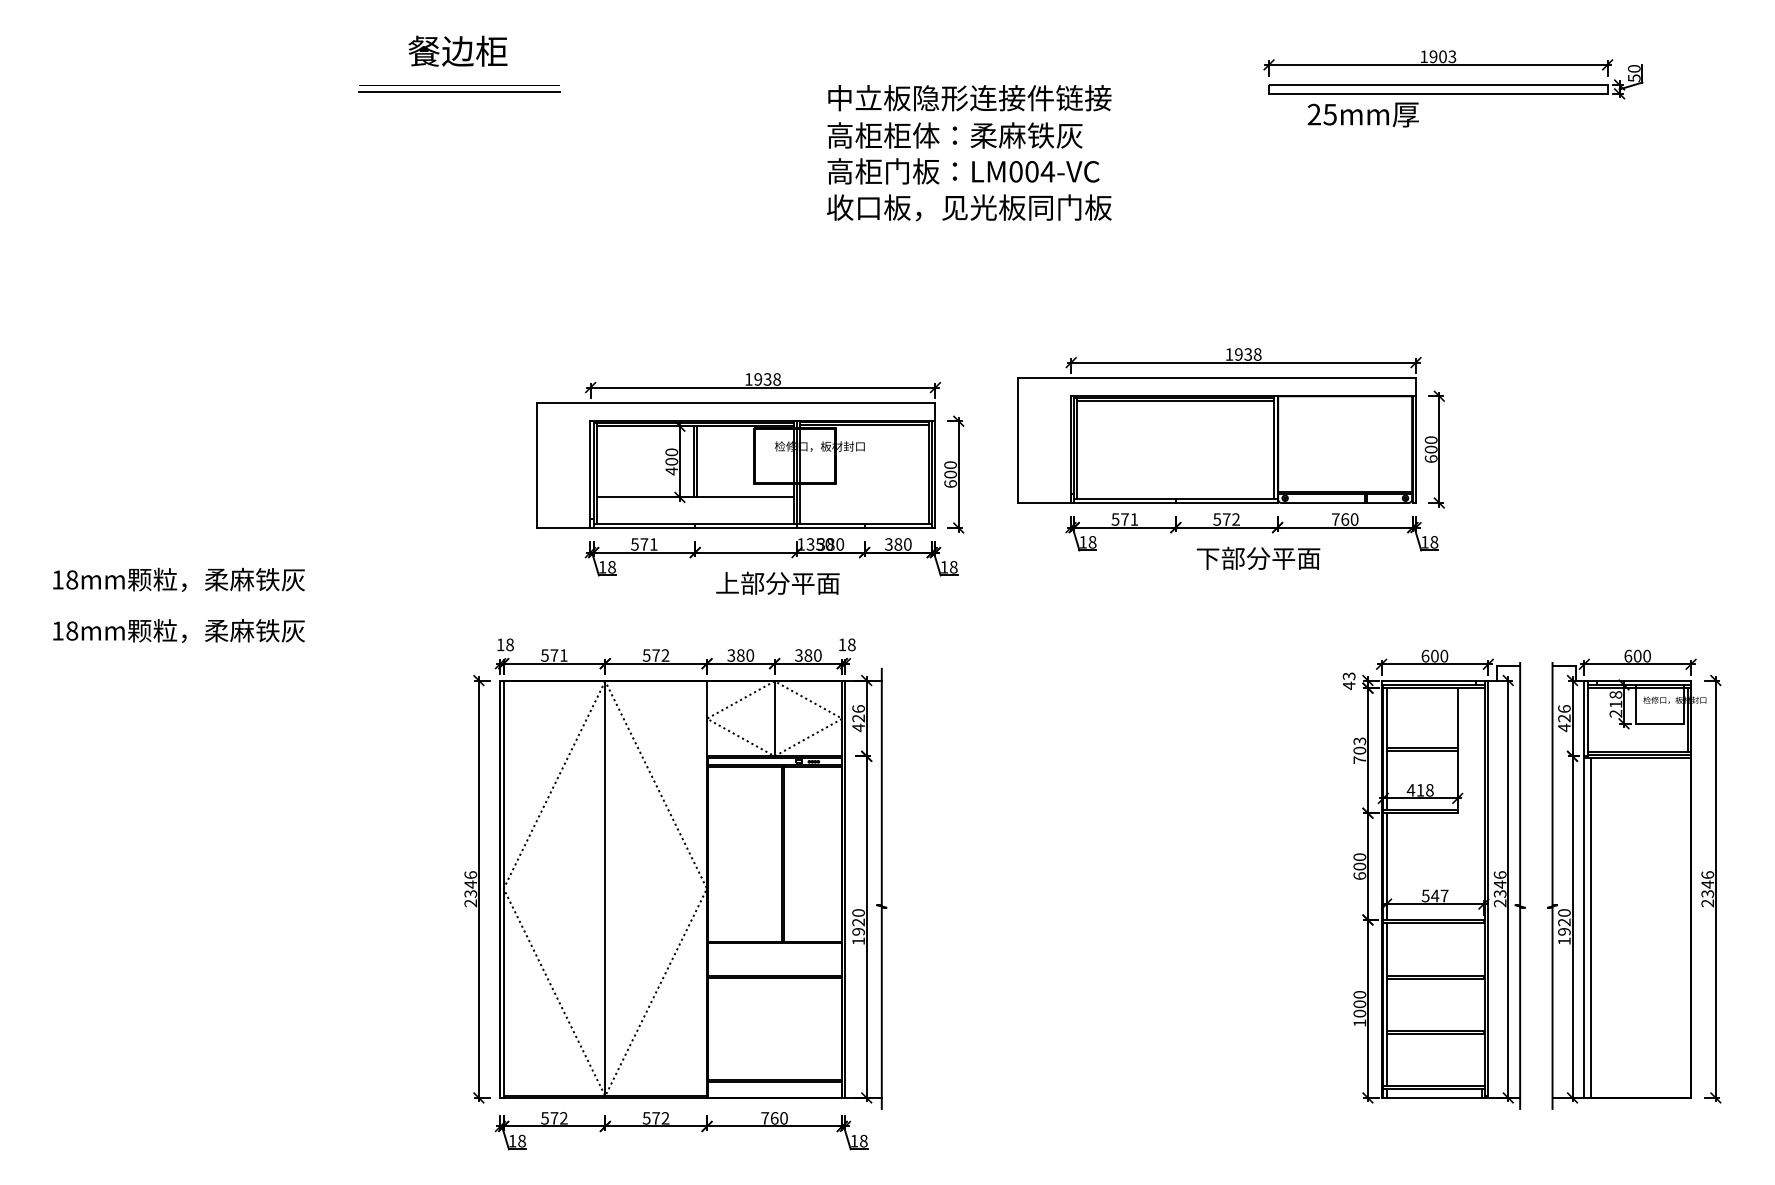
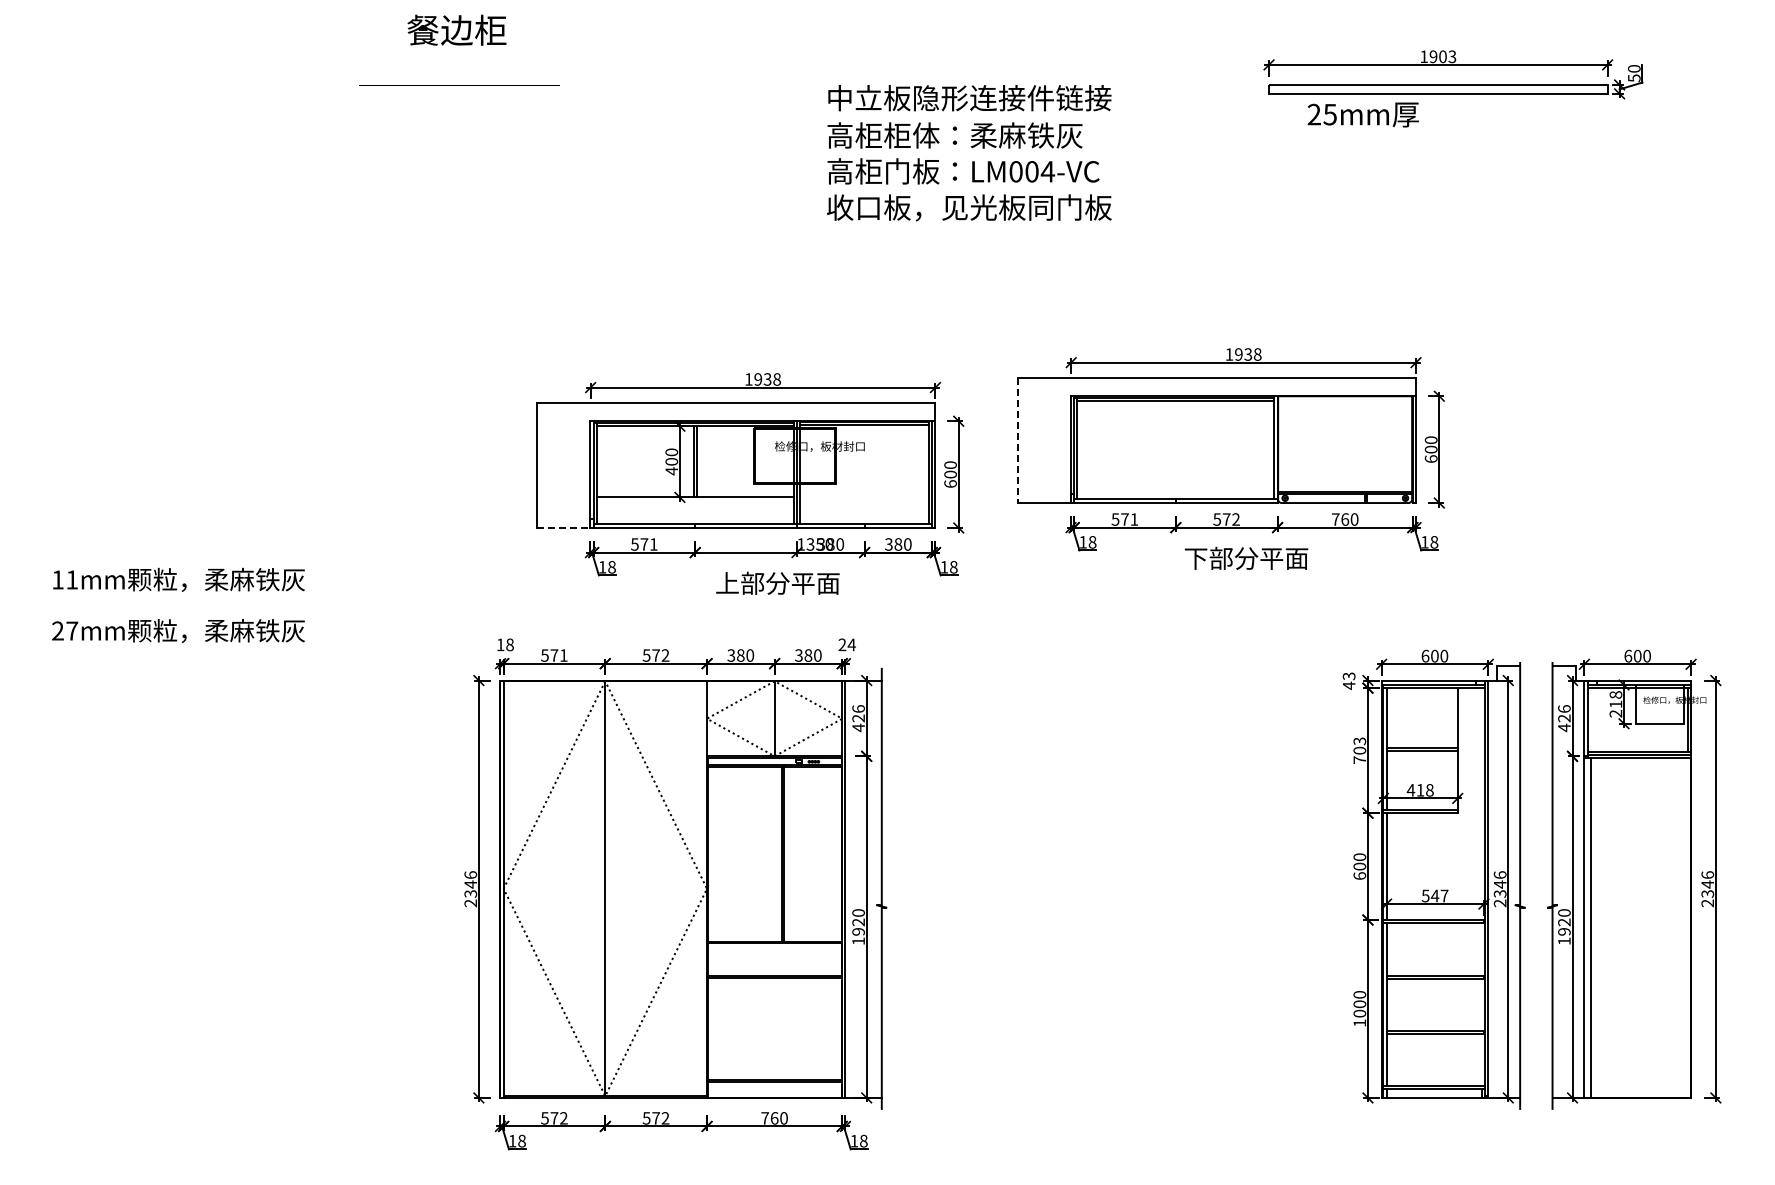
text at (457, 50) position: (457, 50) -> (456, 29)
line at (459, 92): present -> none
line at (1017, 441): solid -> dashed
line at (564, 527): solid -> dashed
text at (1258, 557) position: (1258, 557) -> (1246, 557)
text at (72, 579): 18mm -> 11mm
text at (65, 630): 18mm -> 27mm
text at (846, 644): 18 -> 24
